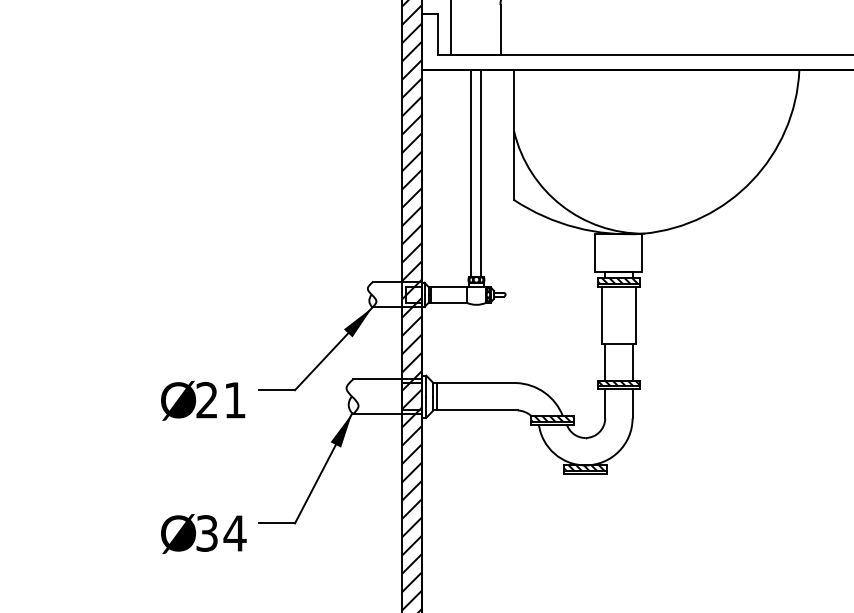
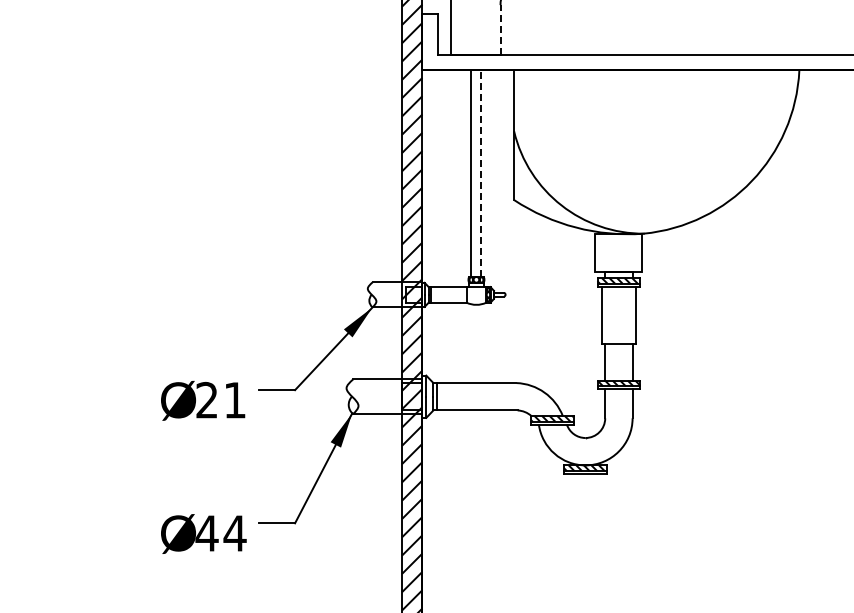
line at (500, 30): solid -> dashed
line at (481, 172): solid -> dashed
text at (206, 533): 34 -> 44
